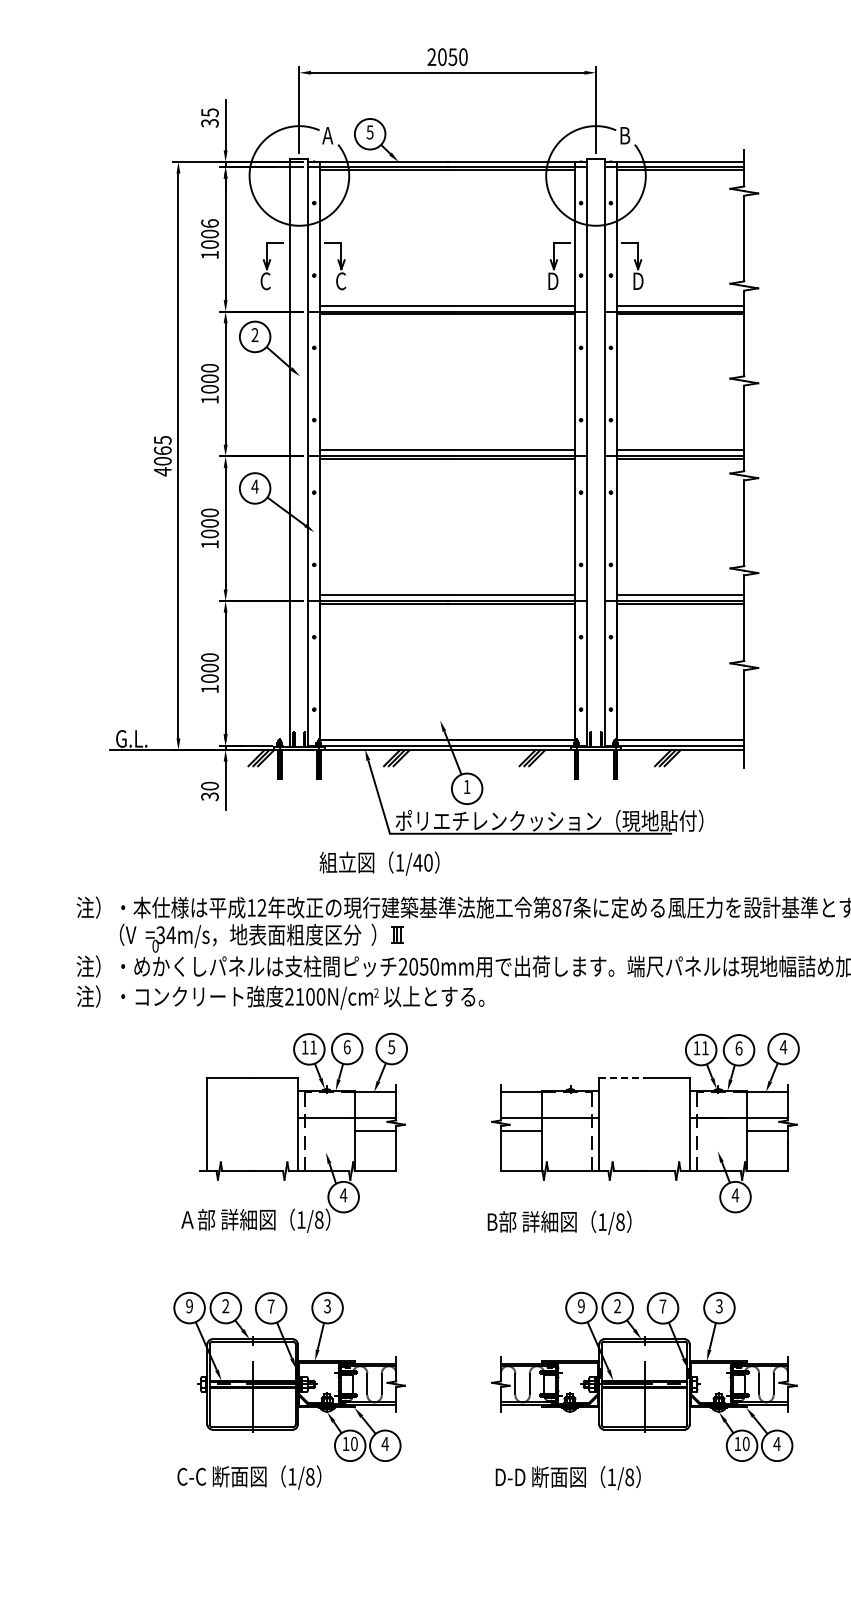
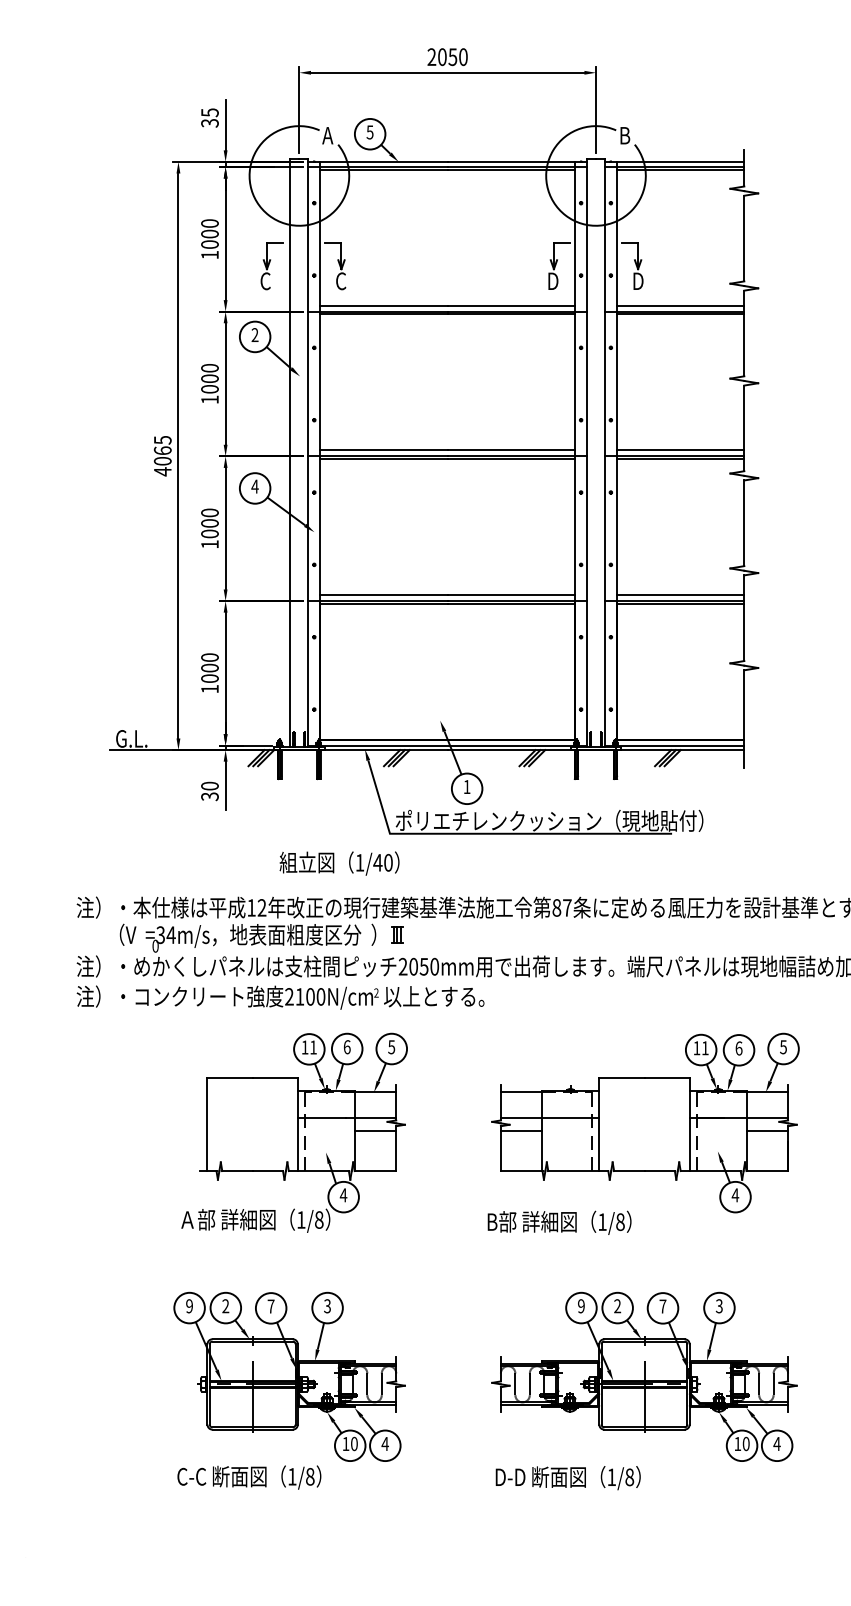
text at (209, 223): 1006 -> 1000
text at (379, 863) position: (379, 863) -> (339, 863)
text at (783, 1047): 4 -> 5
line at (621, 1077): dashed -> solid
